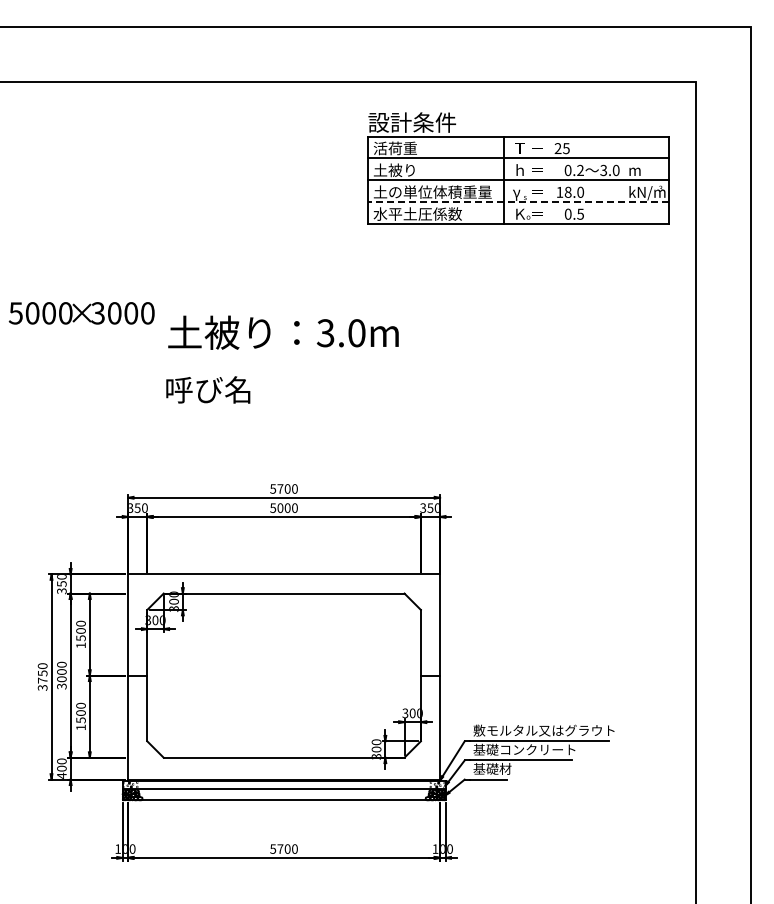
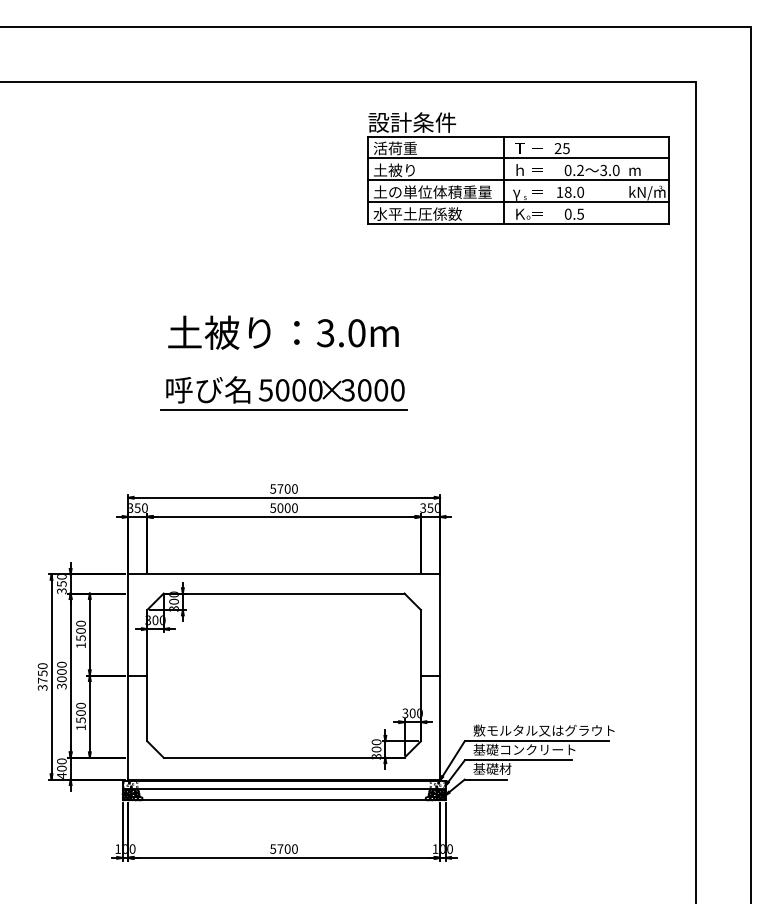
line at (518, 202): dashed -> solid
text at (81, 313) position: (81, 313) -> (331, 390)
line at (283, 410): none -> present
